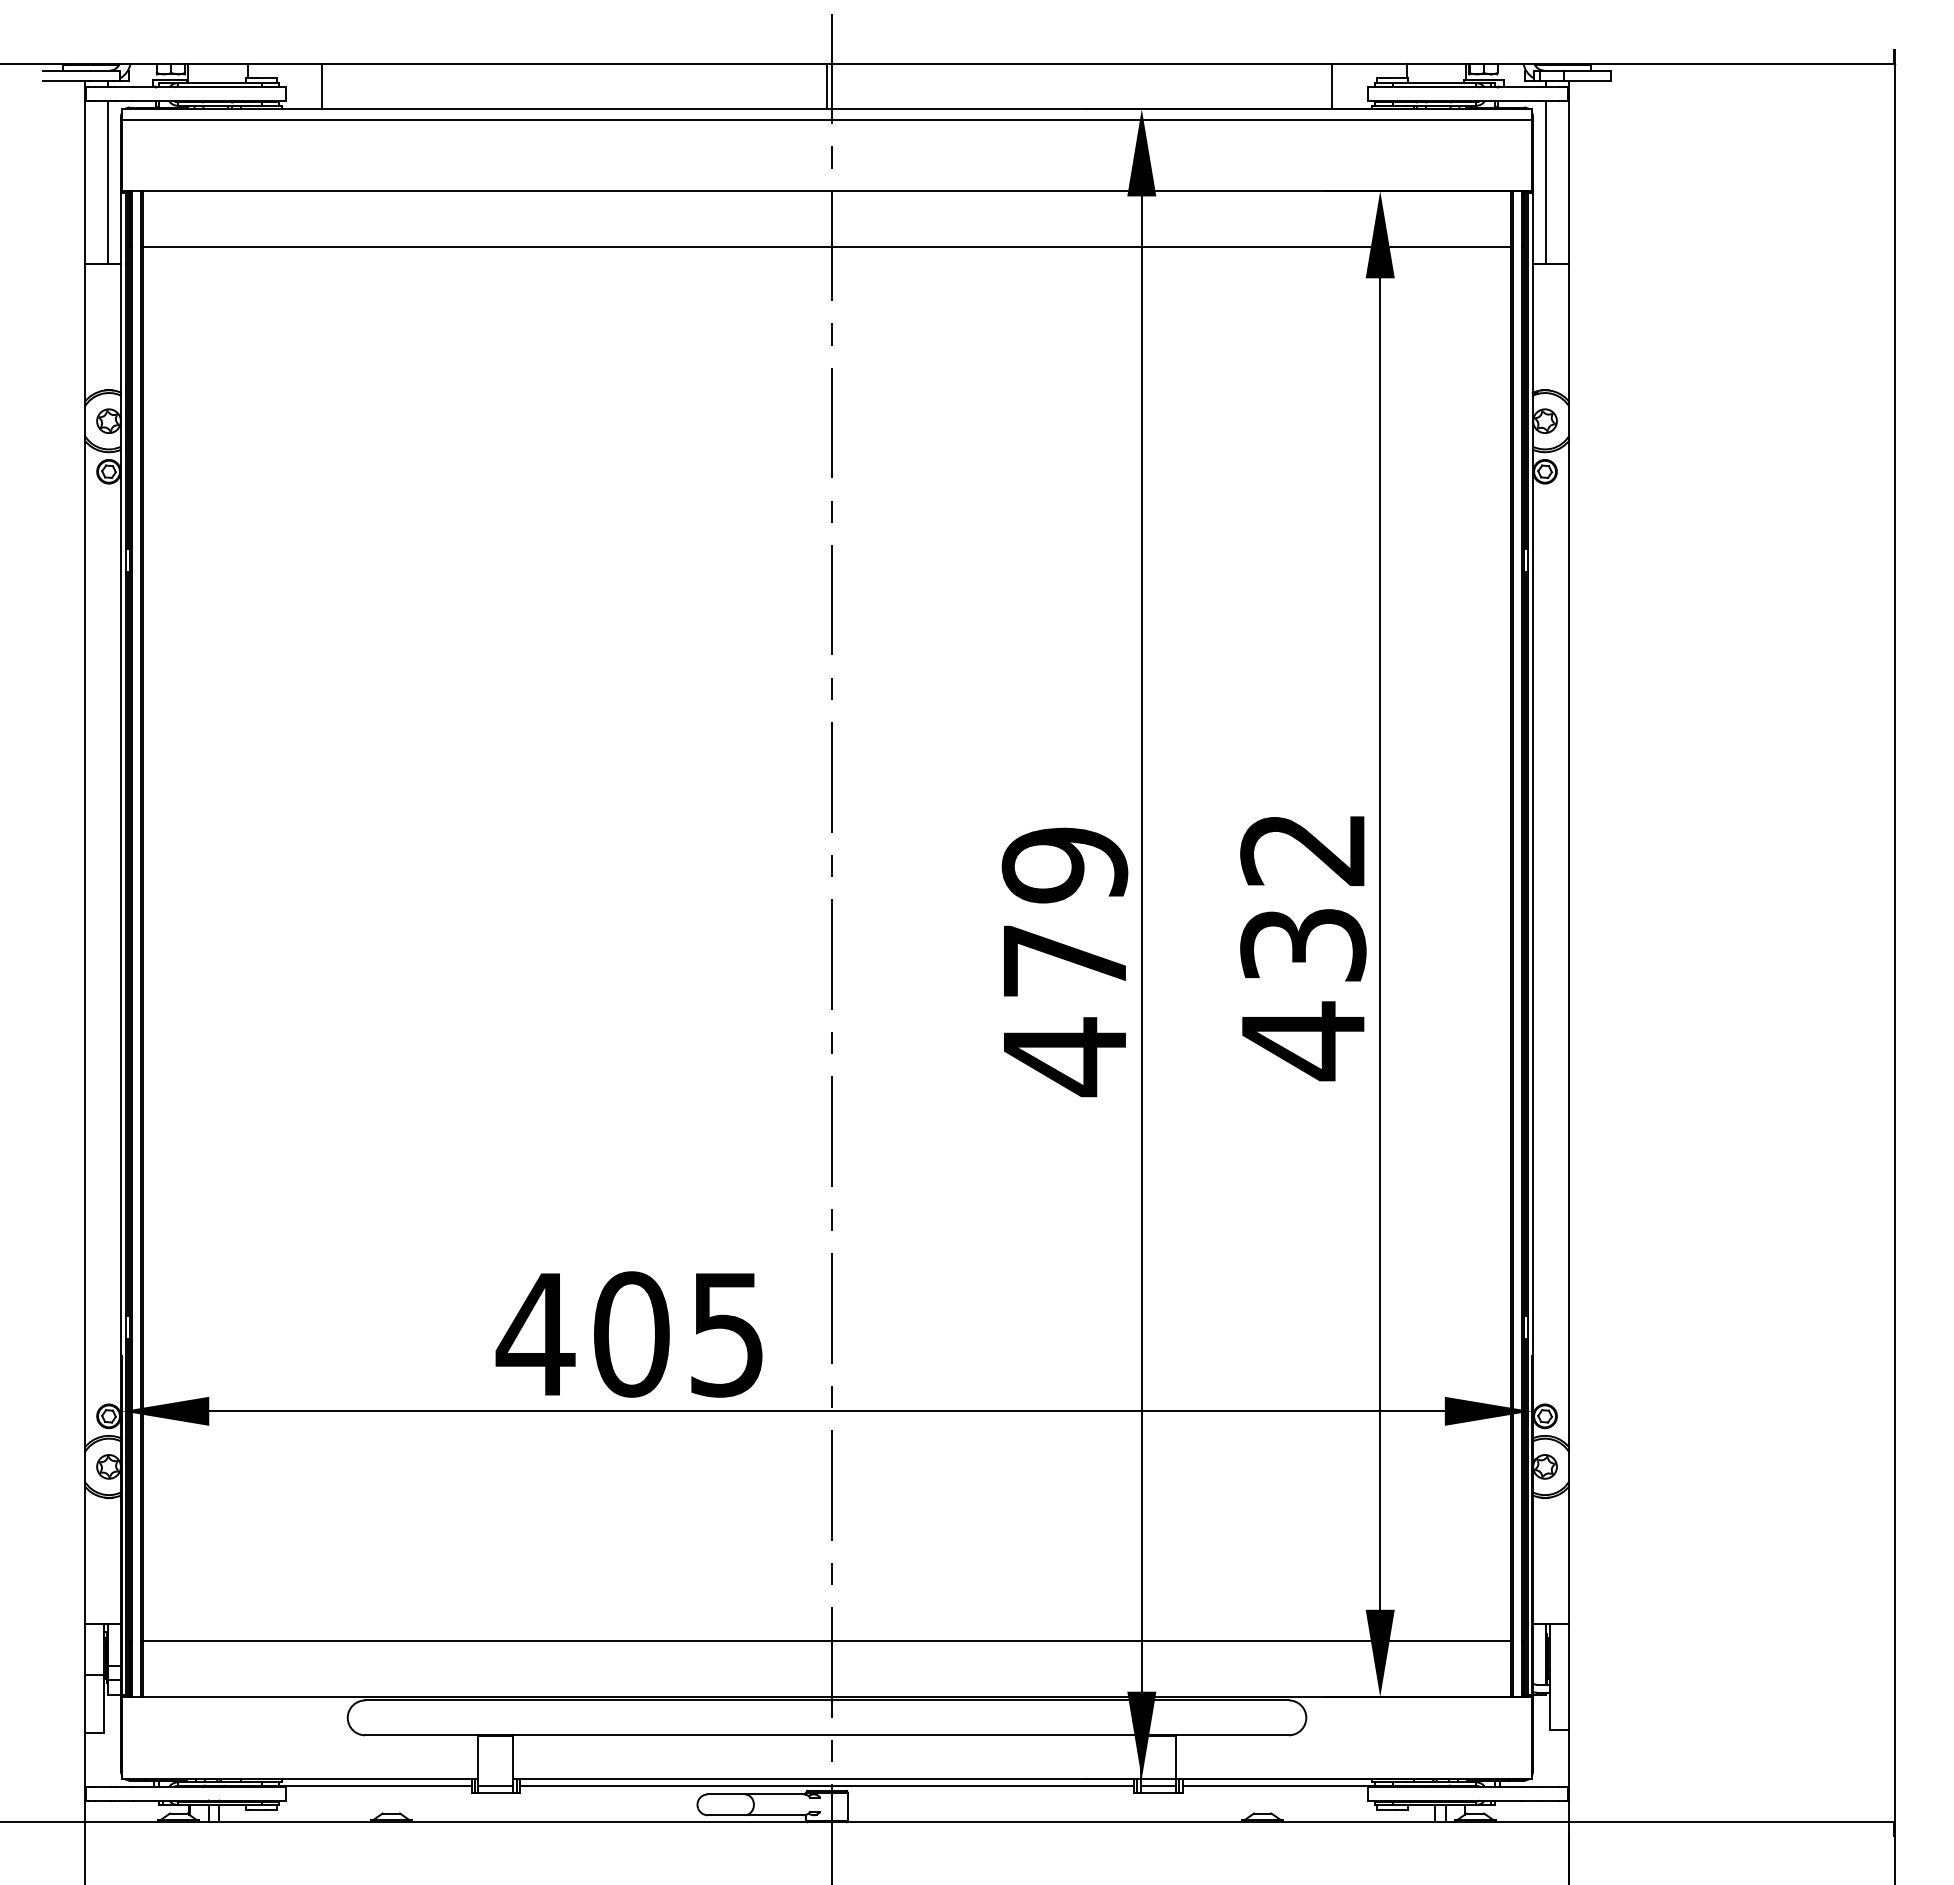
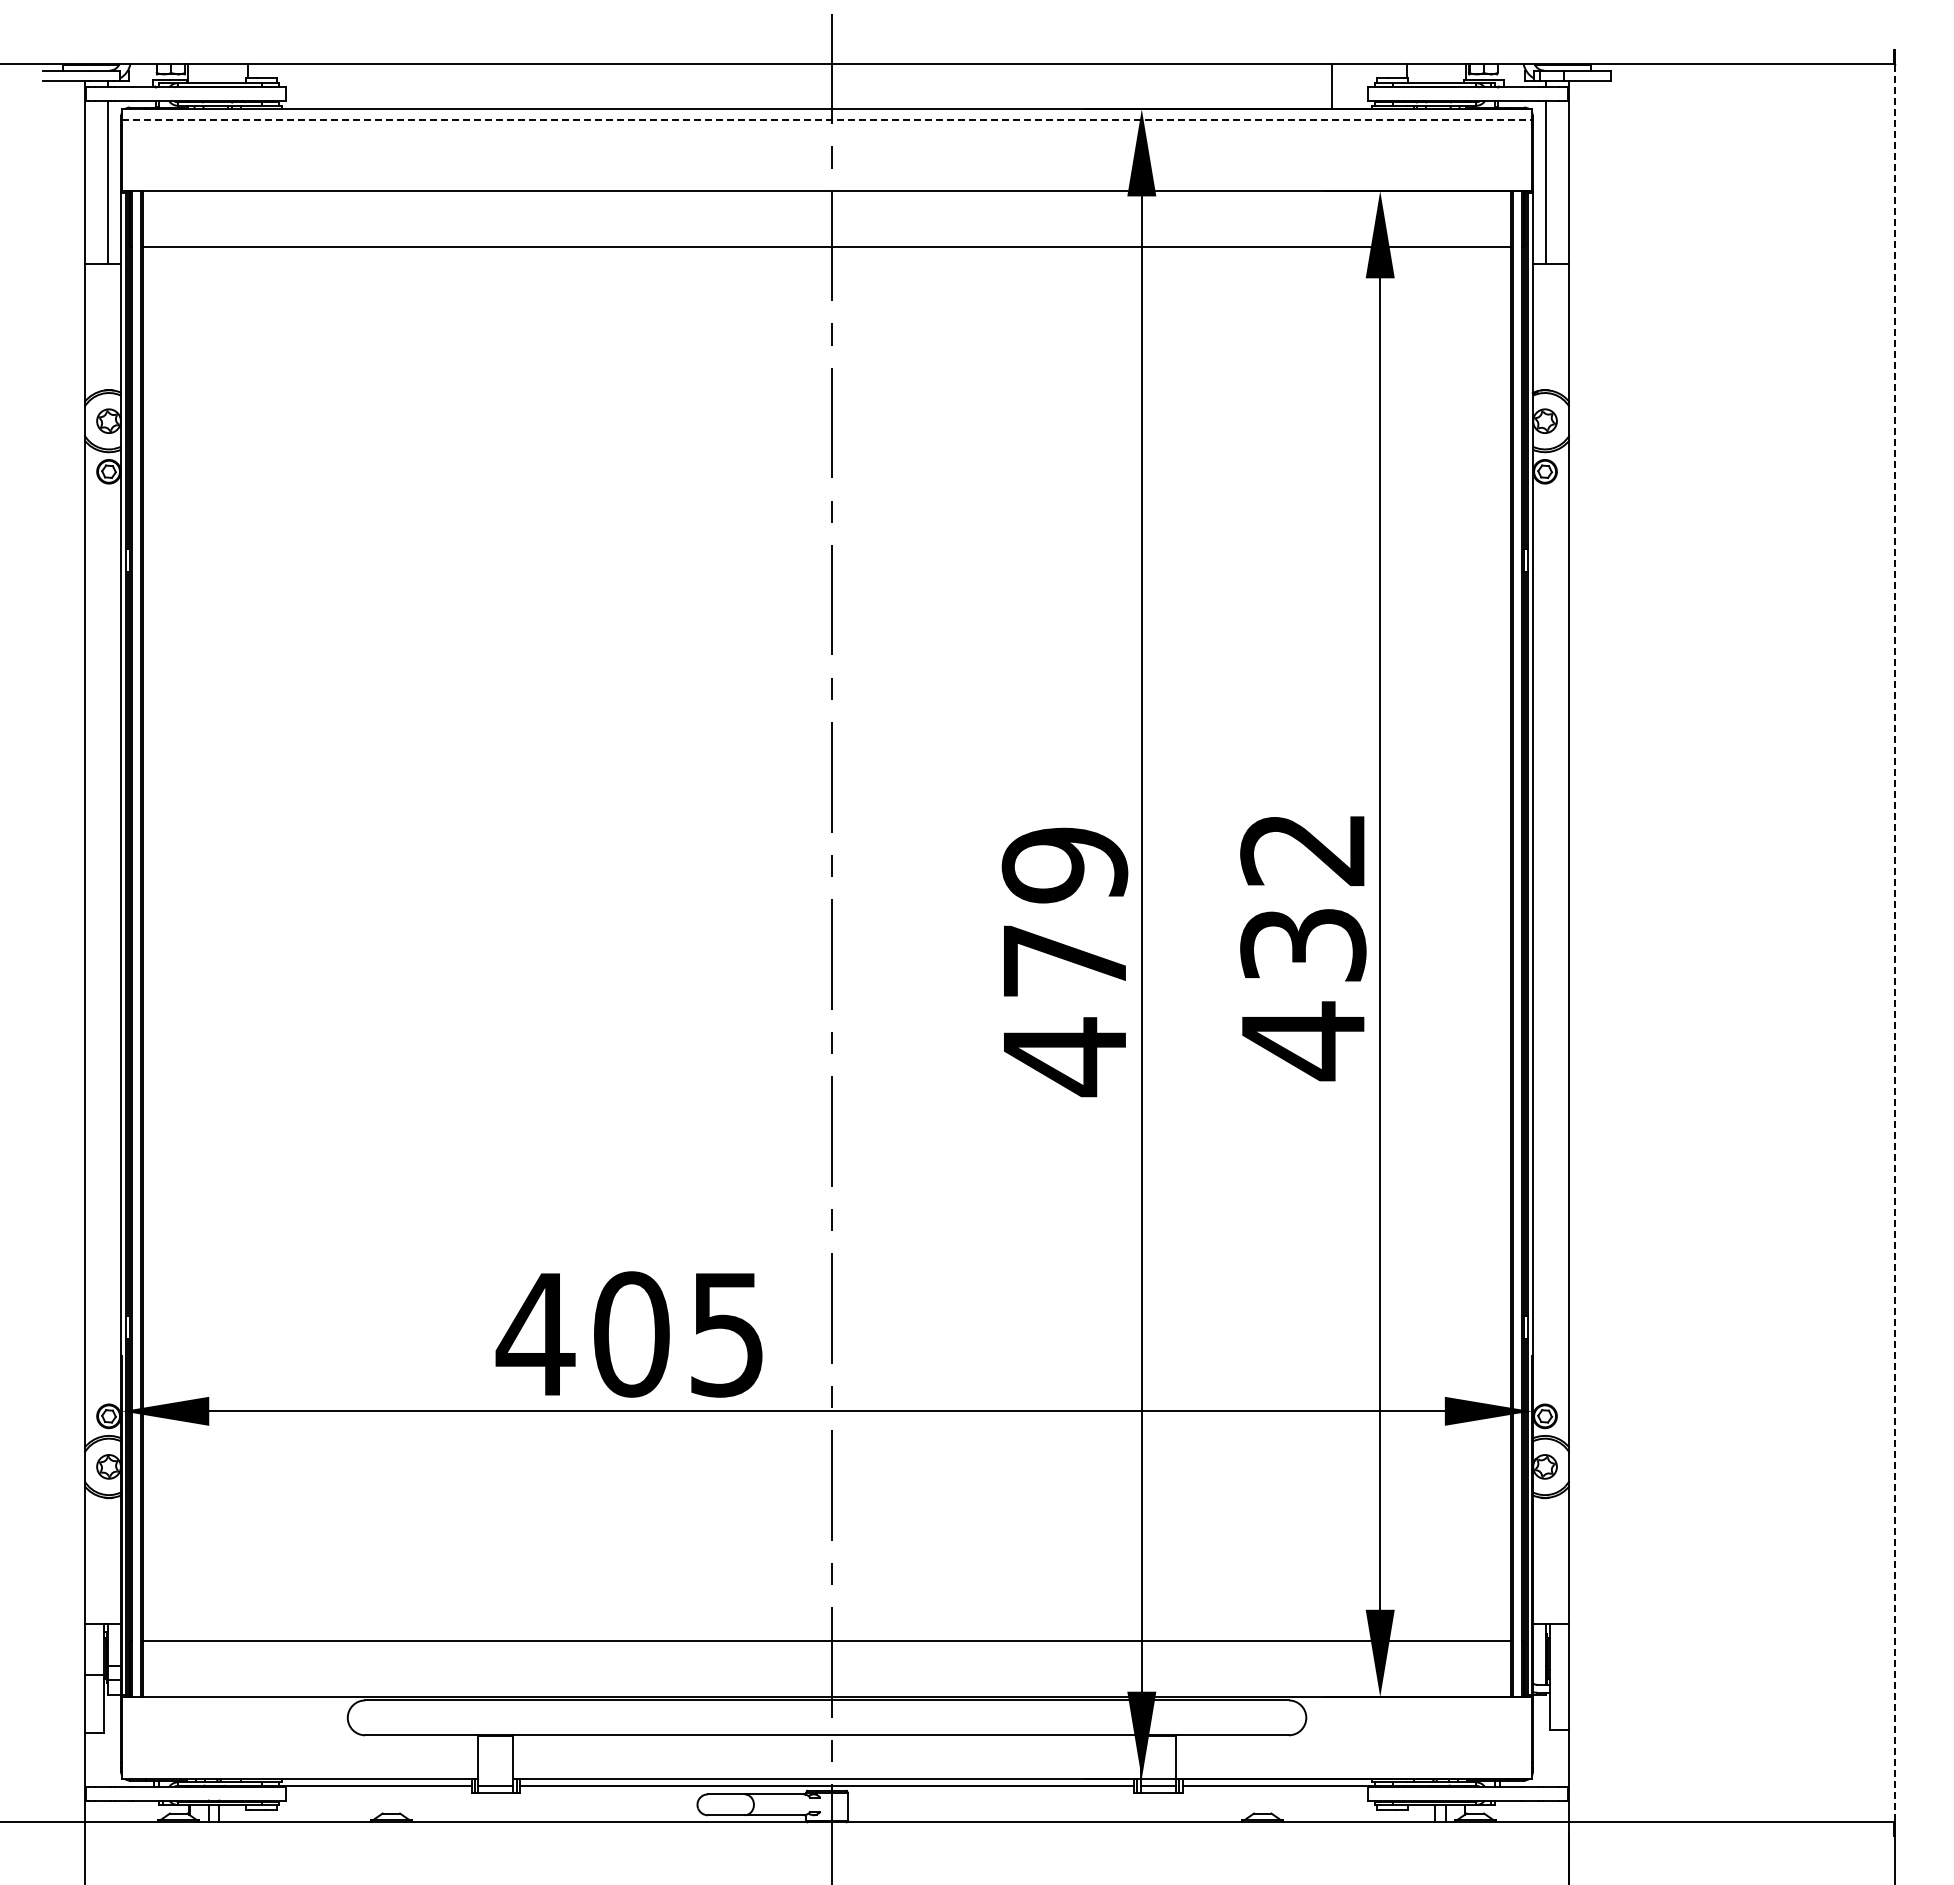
line at (321, 86): present -> none
line at (827, 86): present -> none
line at (827, 119): solid -> dashed
line at (1895, 944): solid -> dashed
